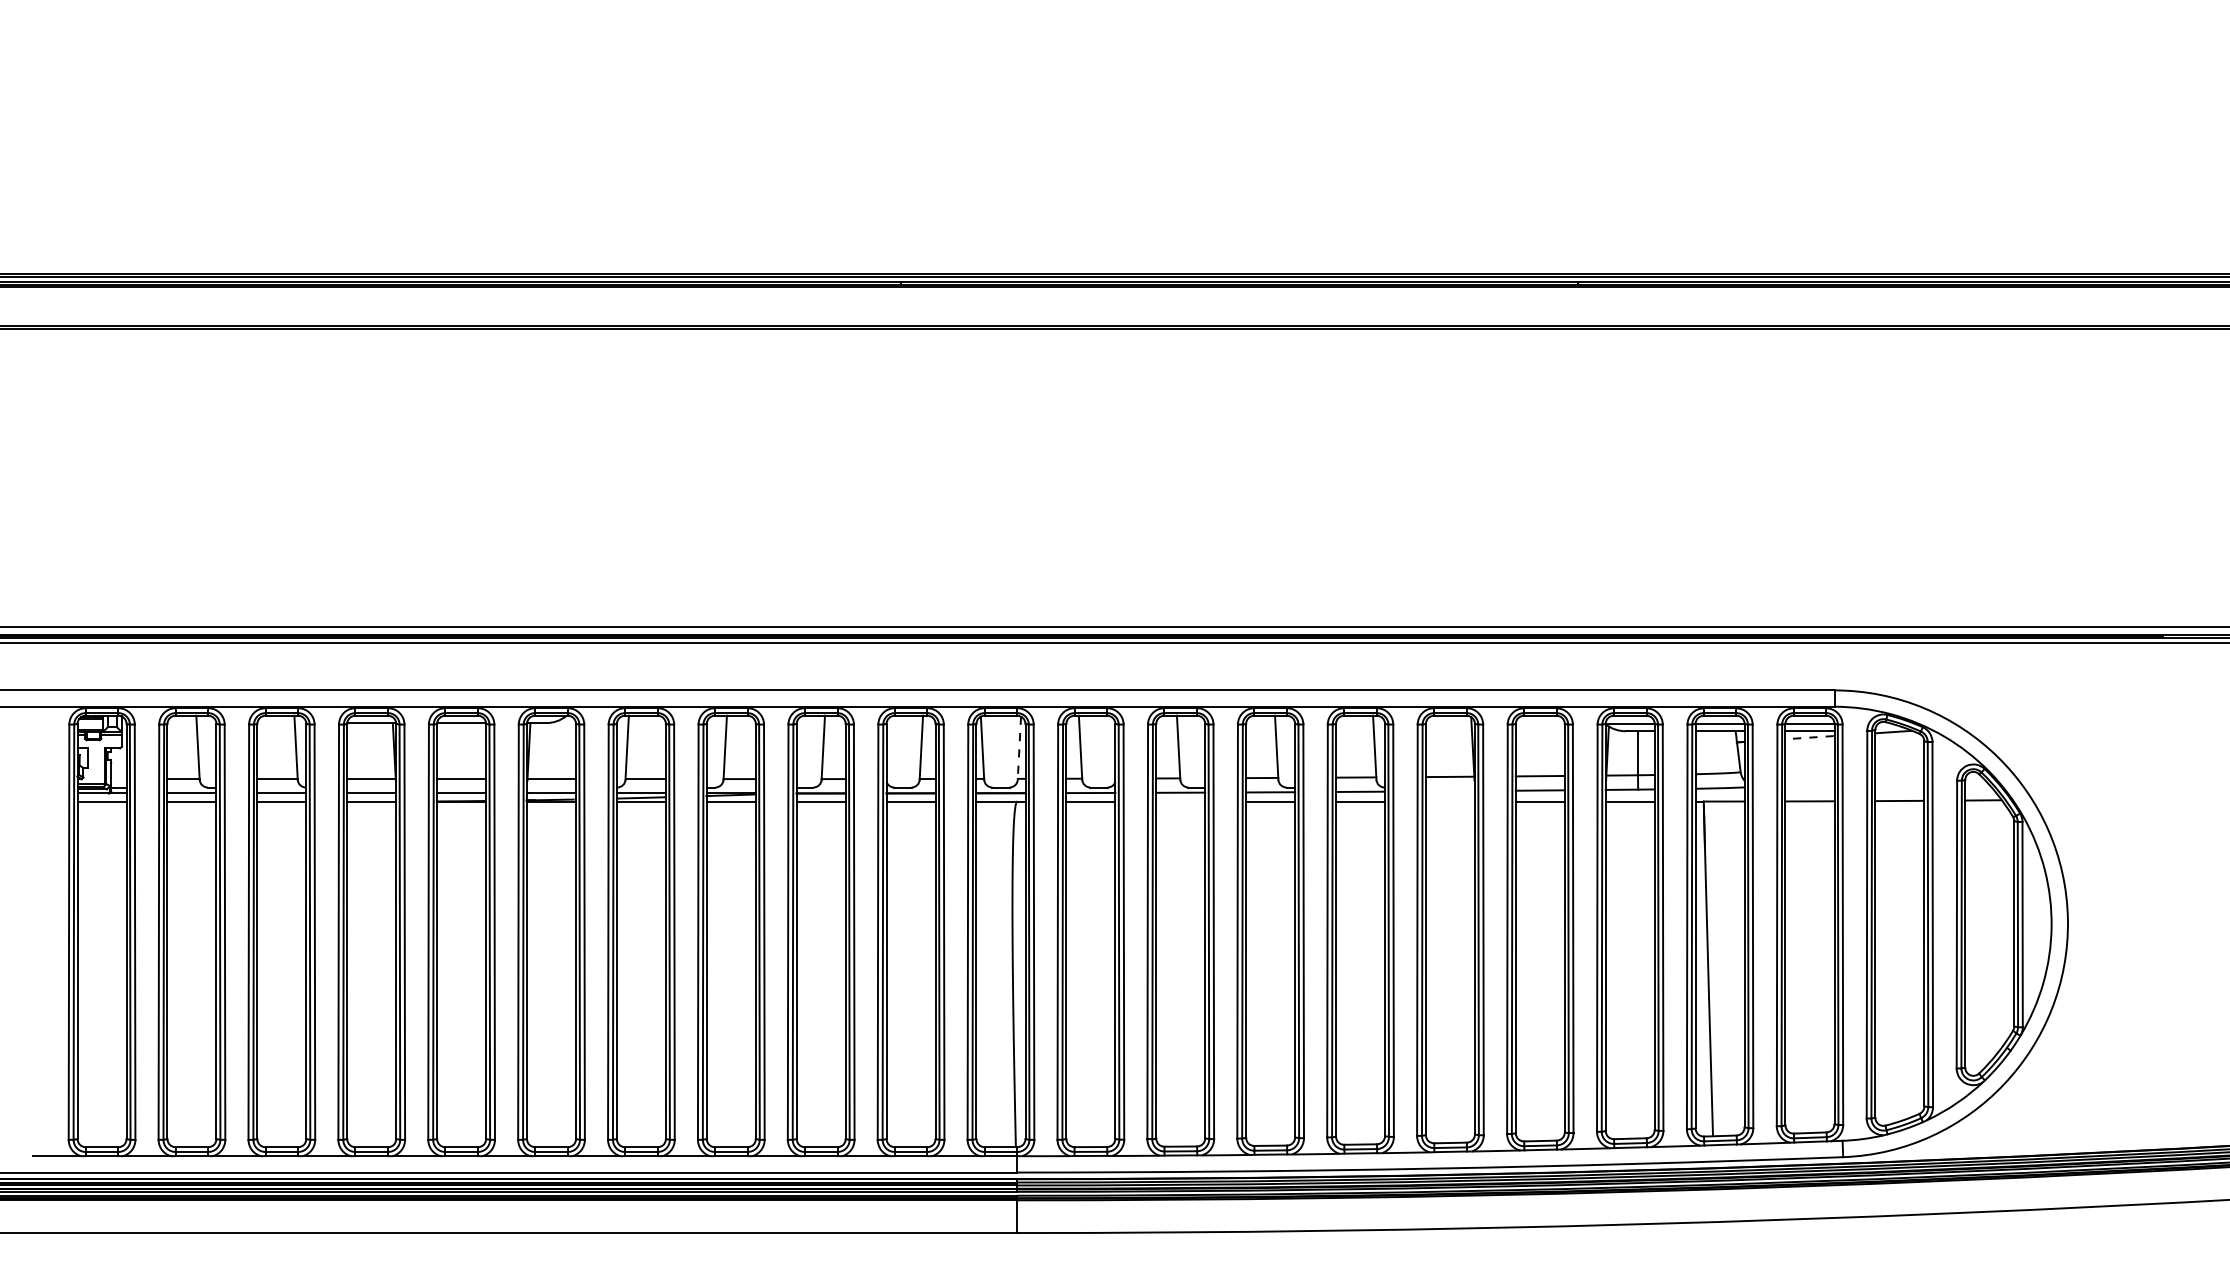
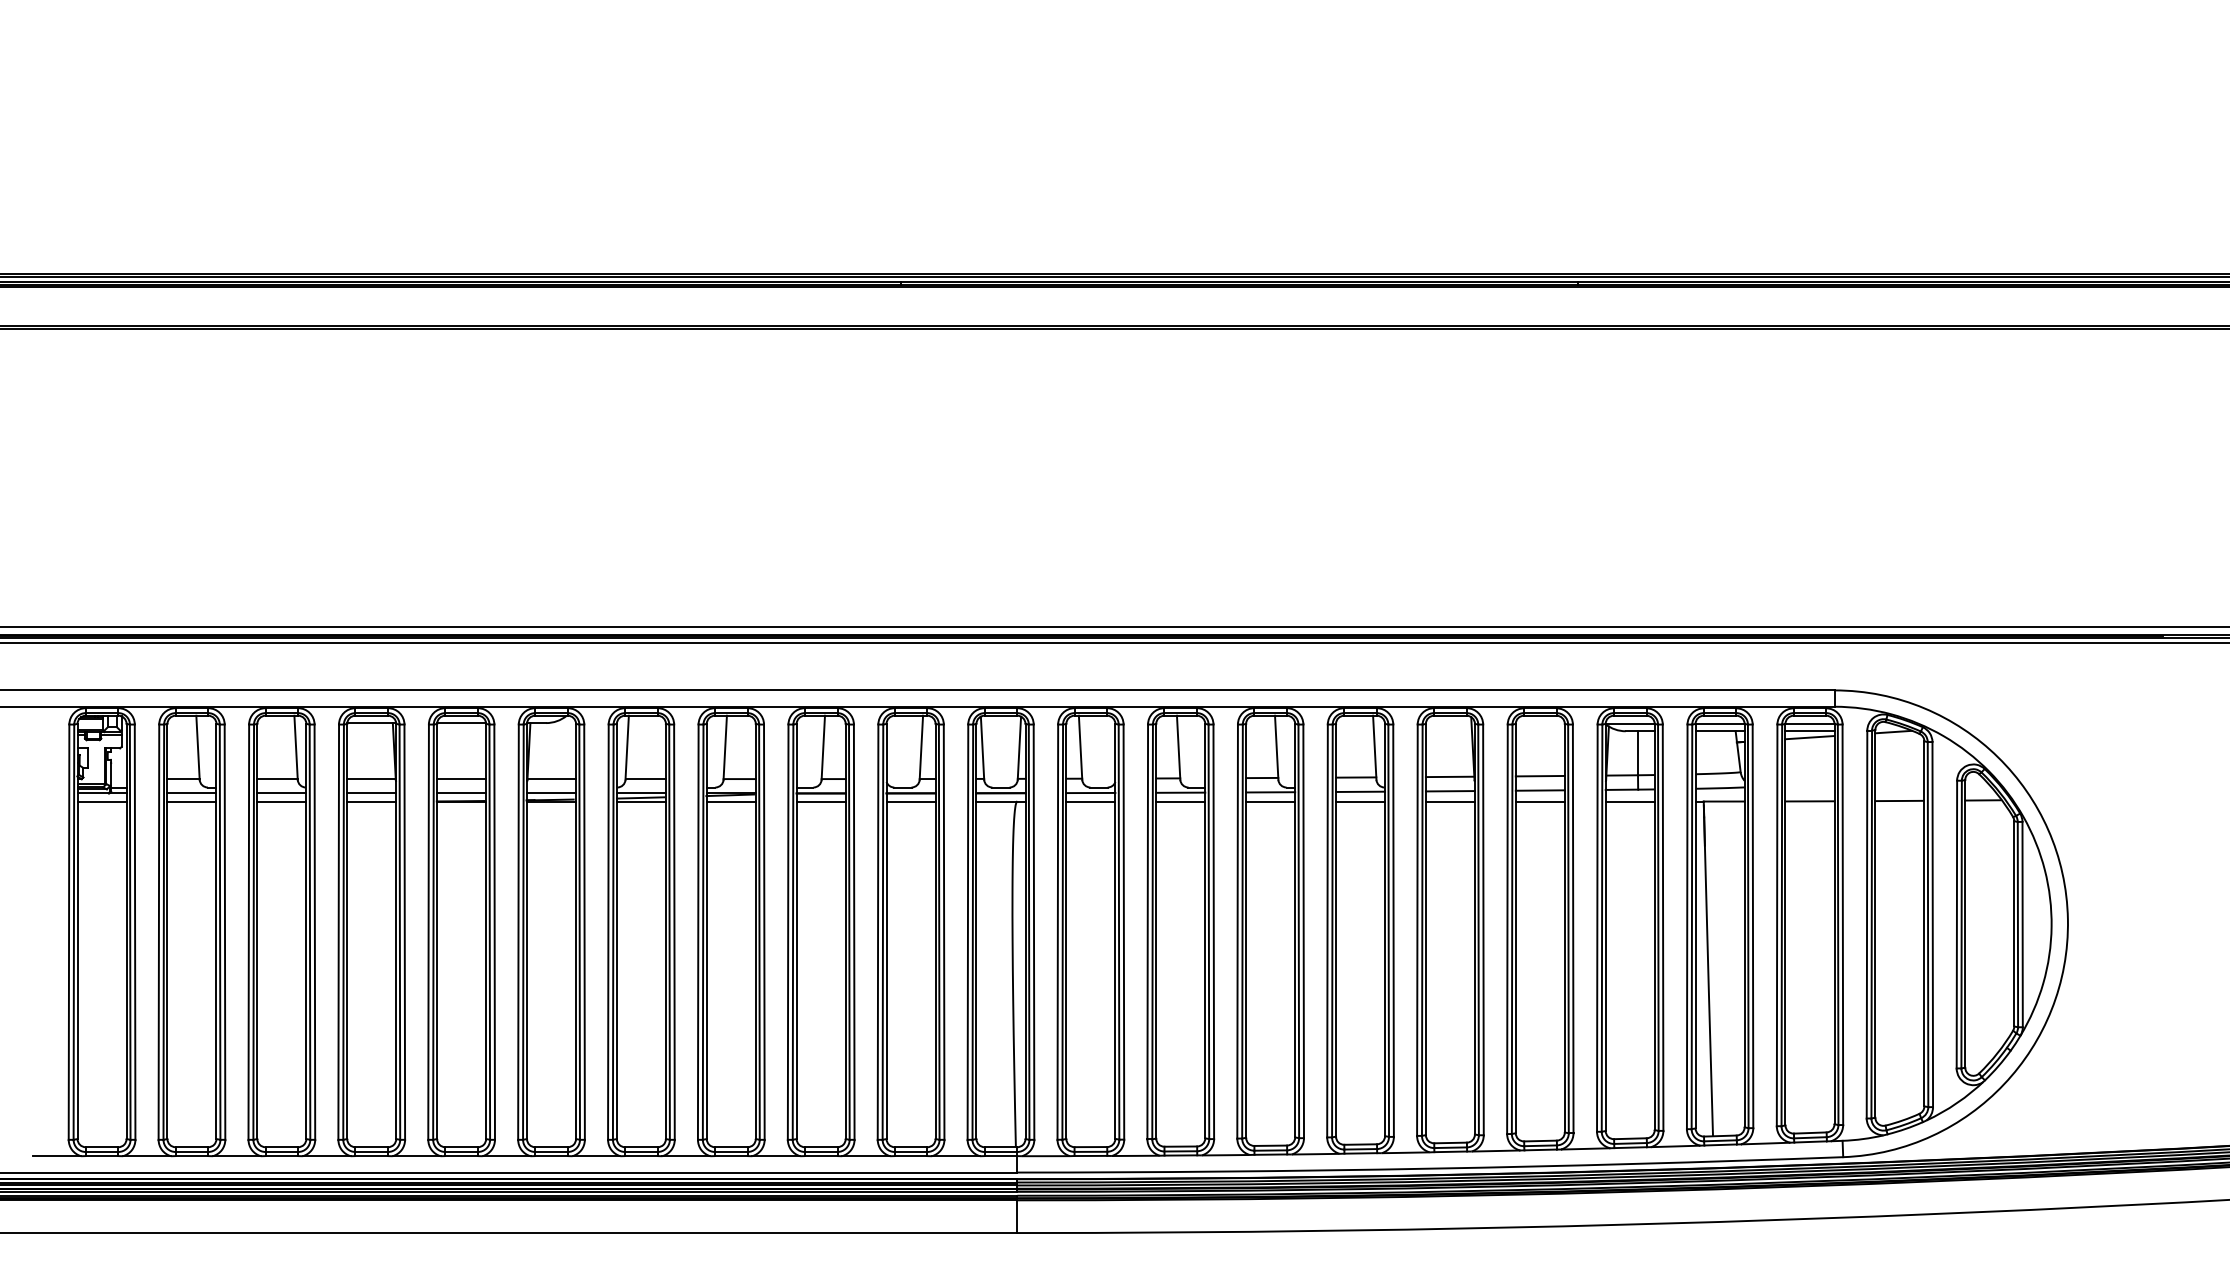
line at (1808, 737): dashed -> solid
line at (1019, 748): dashed -> solid
line at (1449, 791): none -> present
line at (1180, 801): none -> present
line at (1449, 801): none -> present
